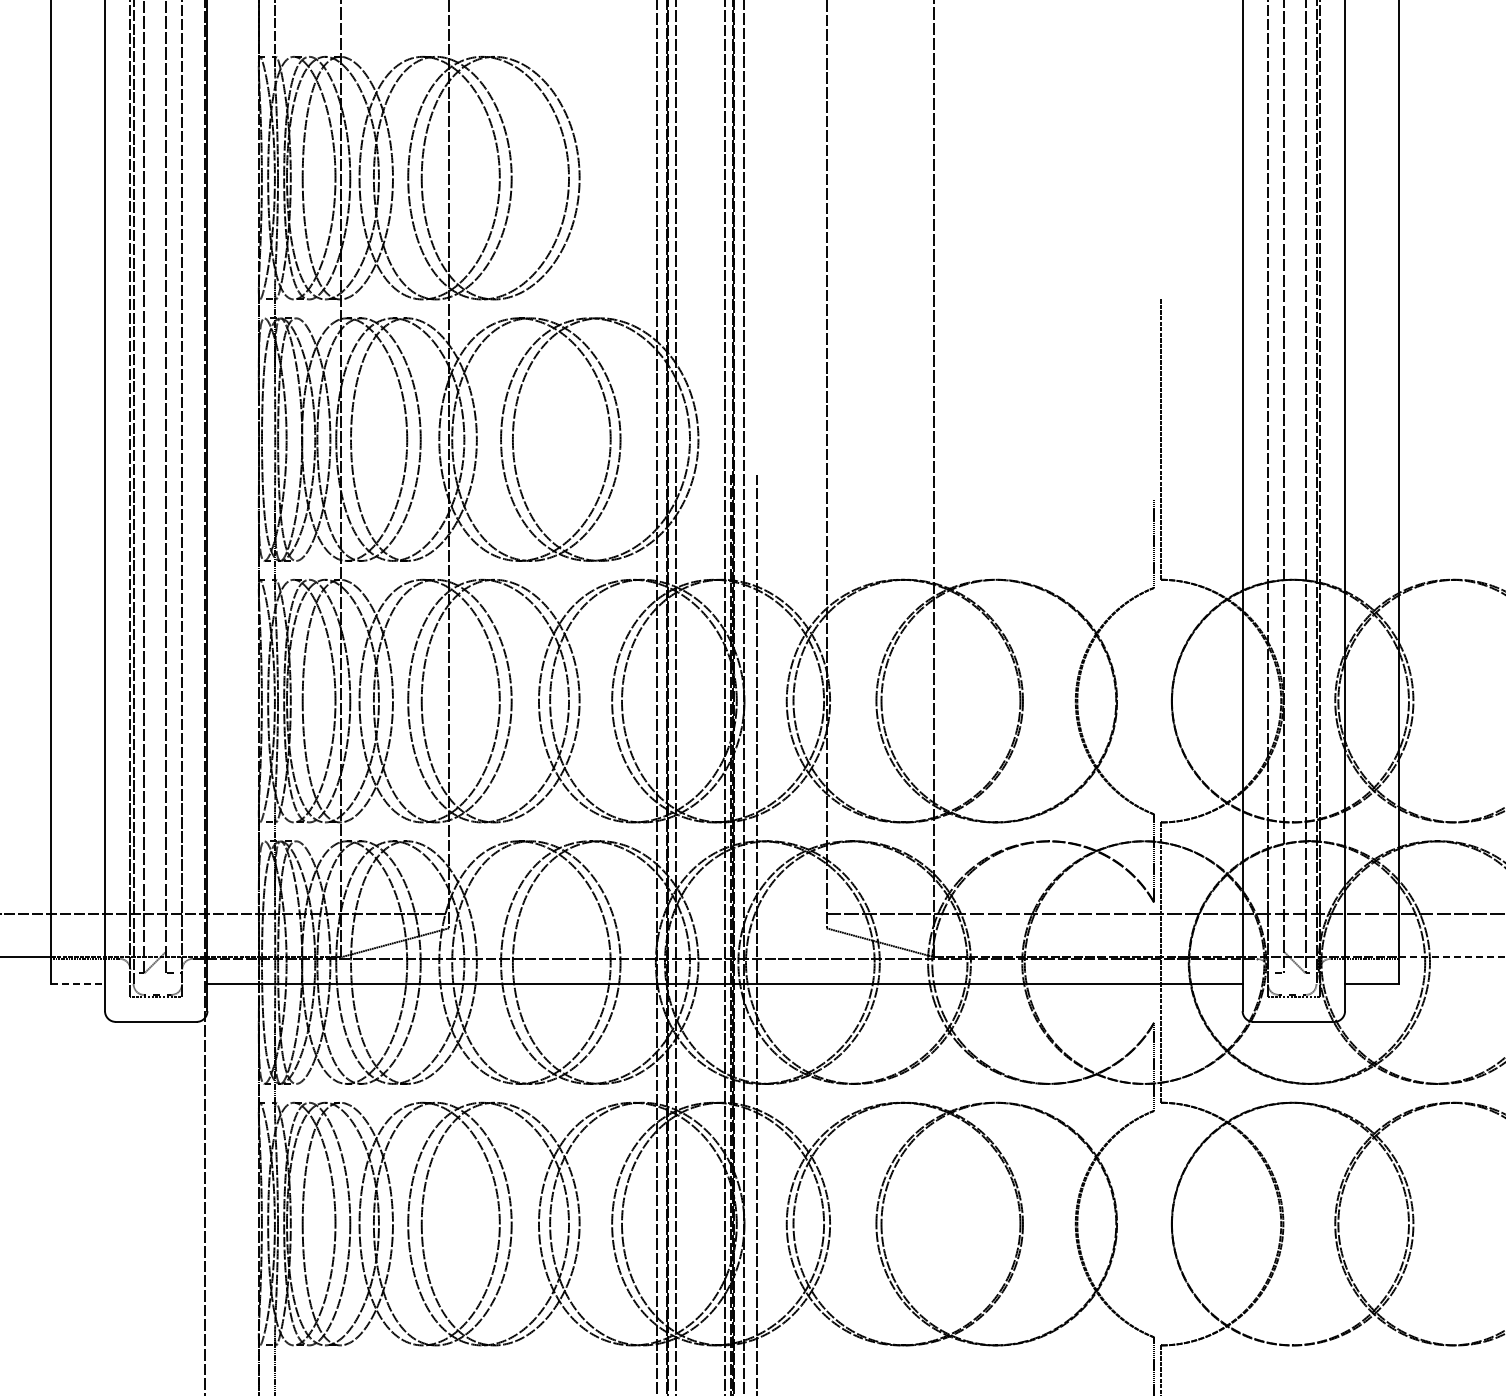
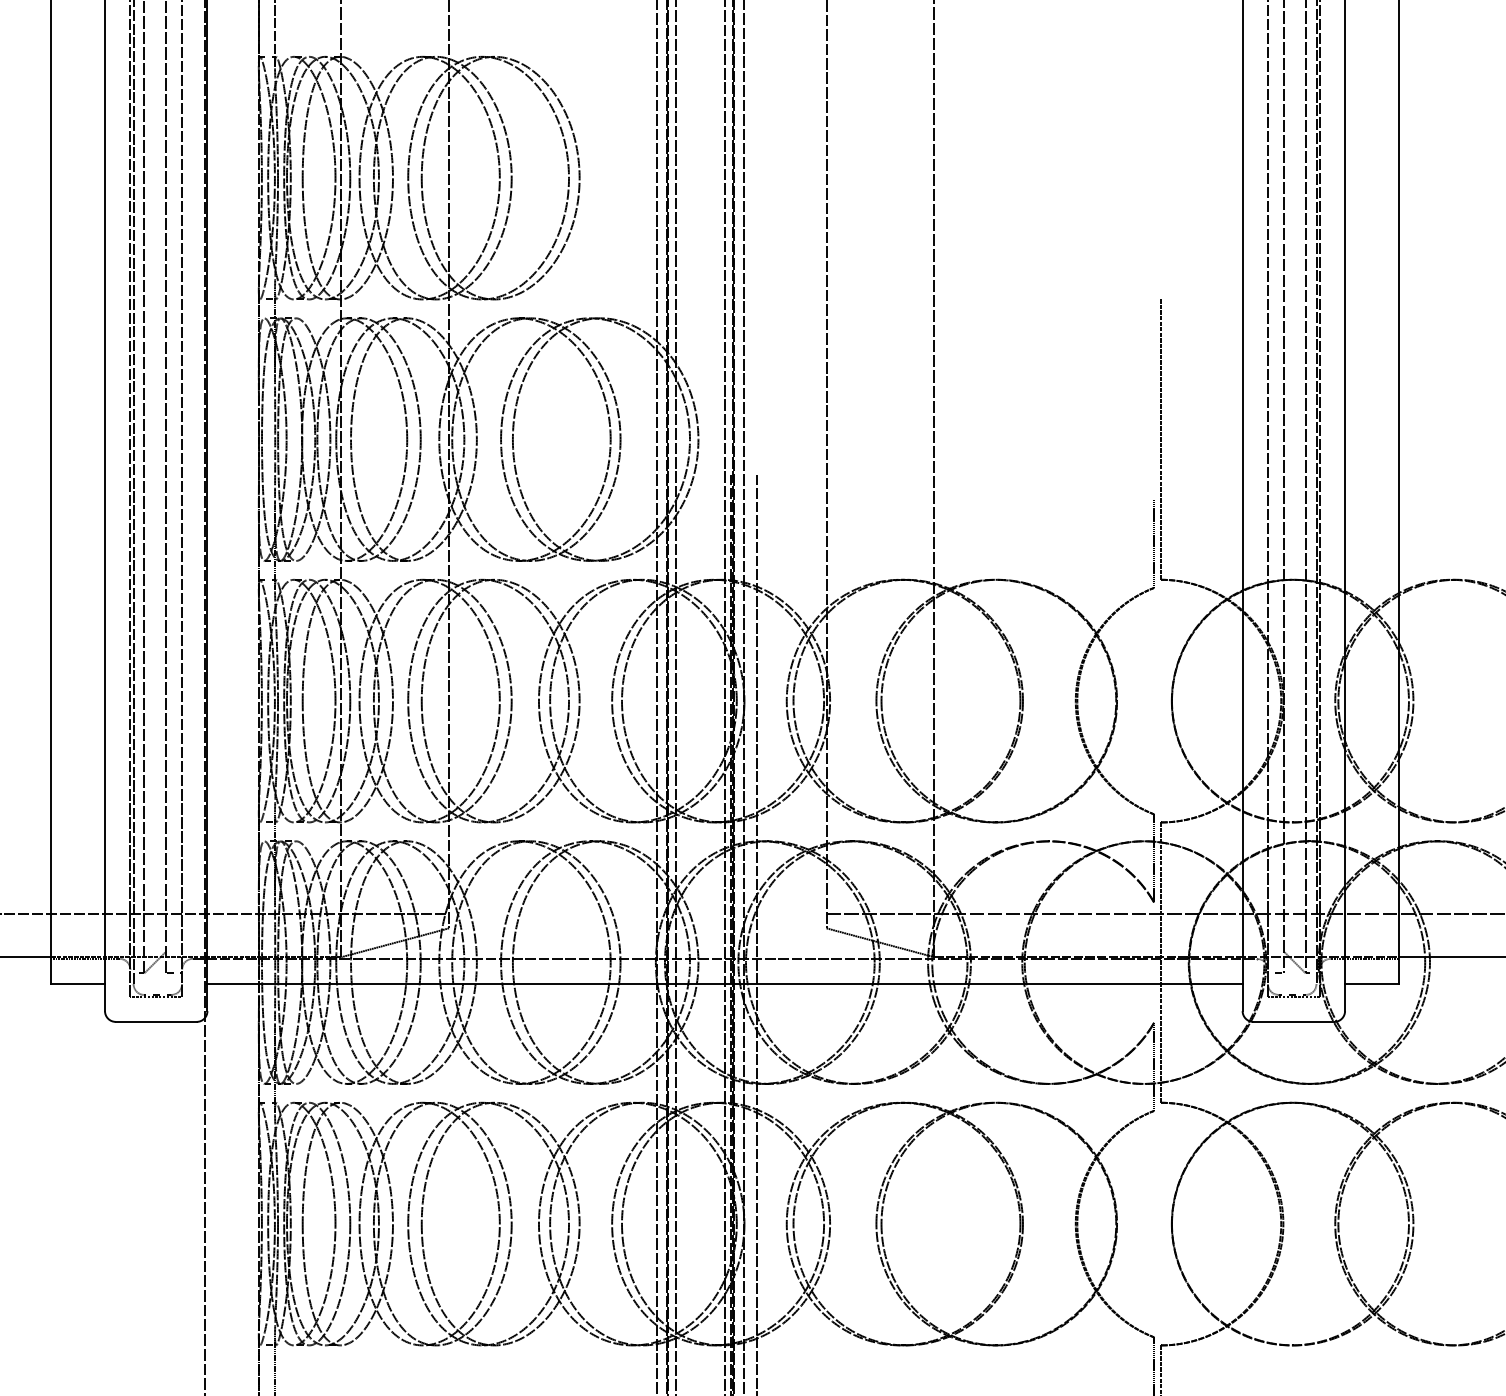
line at (1452, 957): dashed -> solid
line at (78, 984): dashed -> solid
